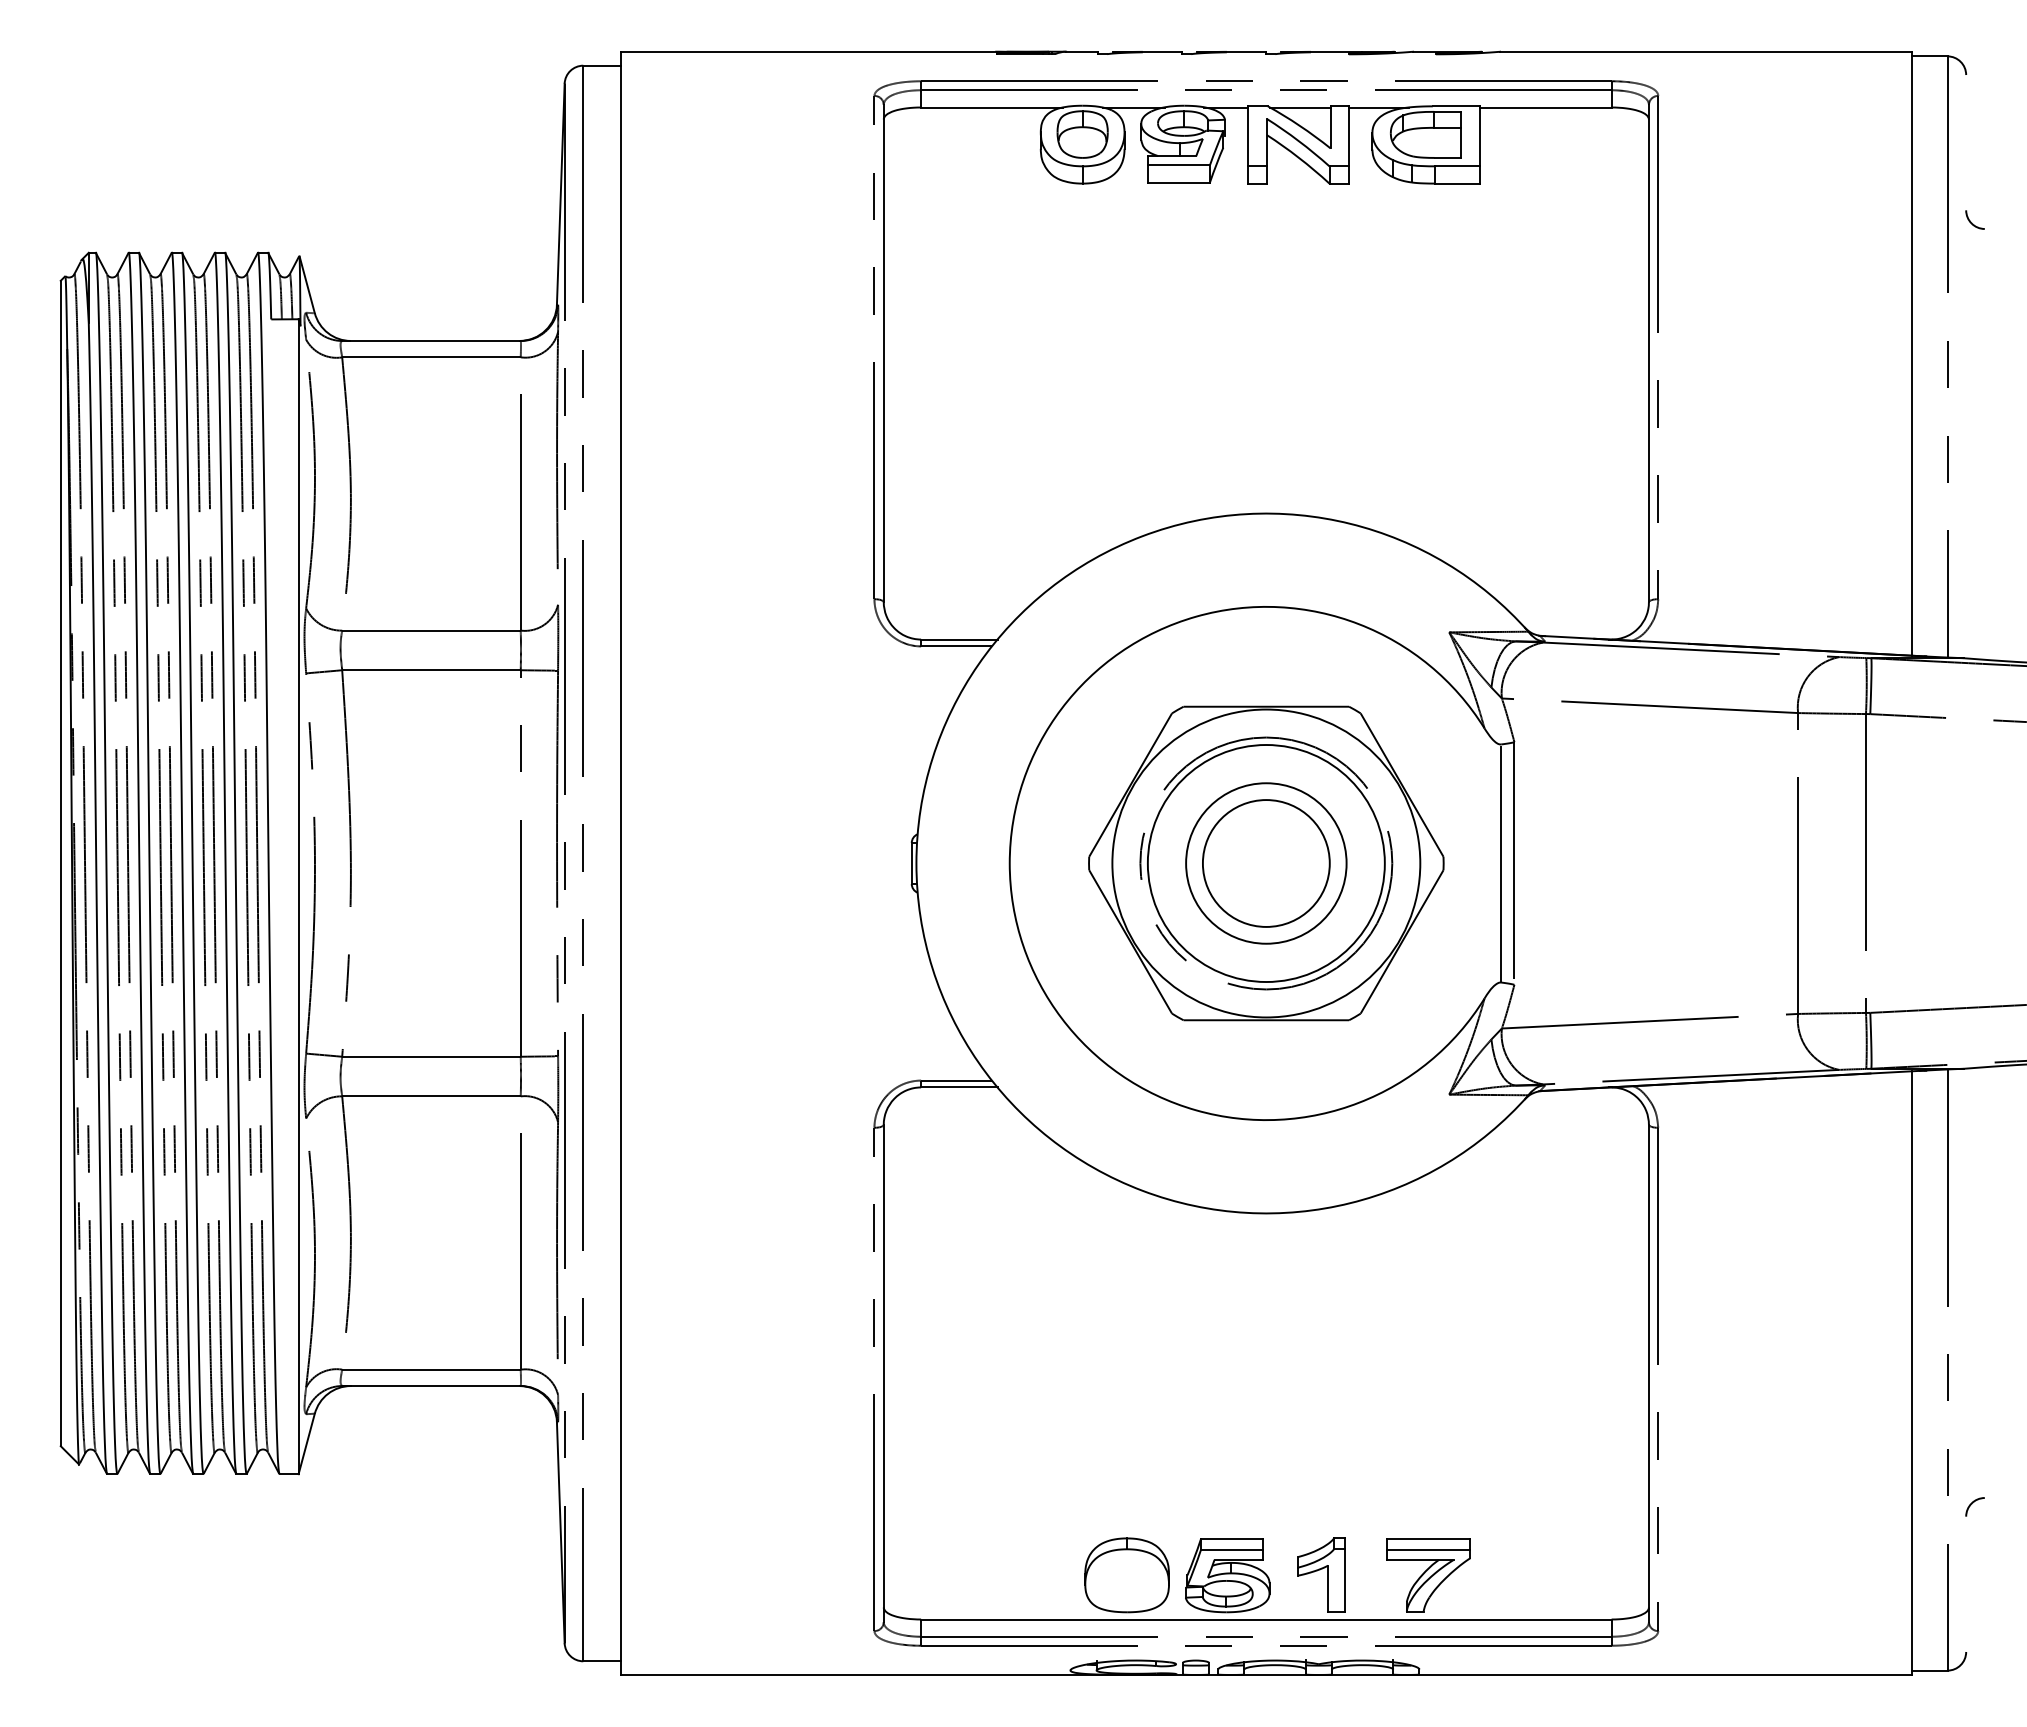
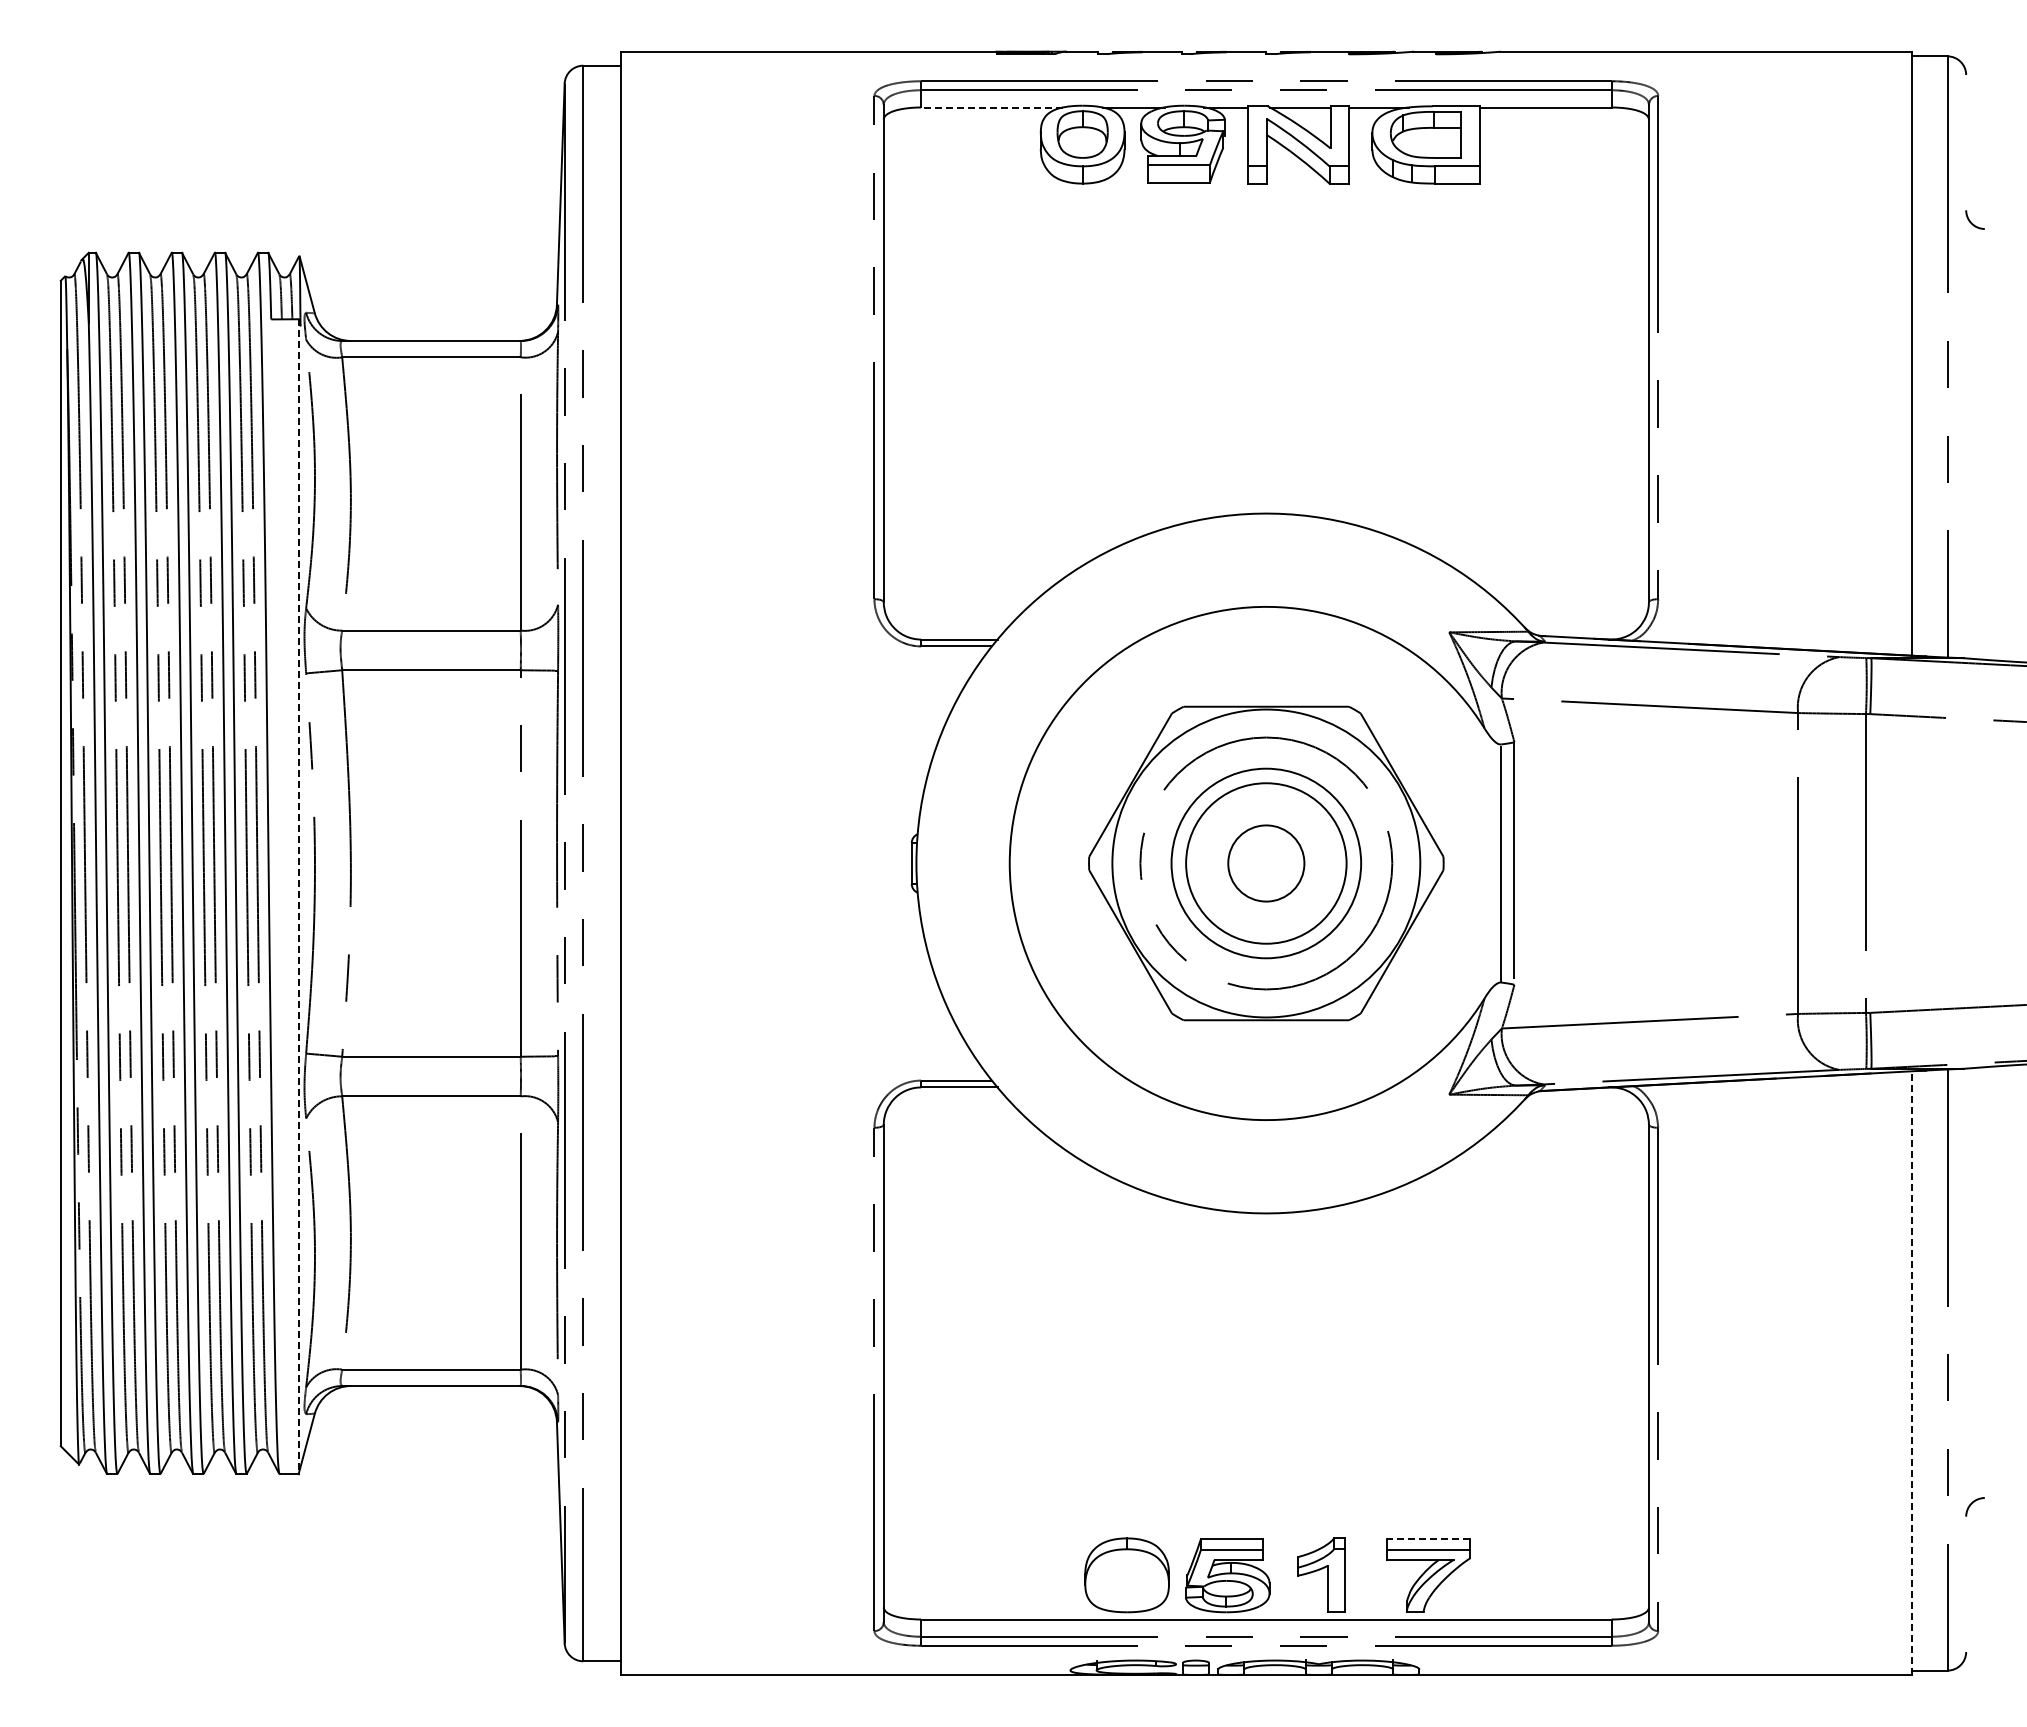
line at (991, 107): solid -> dashed
circle at (1265, 863) diameter: 127 px -> 76 px
circle at (1265, 863) diameter: 237 px -> 190 px
line at (298, 897): solid -> dashed
line at (1912, 1372): solid -> dashed
line at (1428, 1539): solid -> dashed
